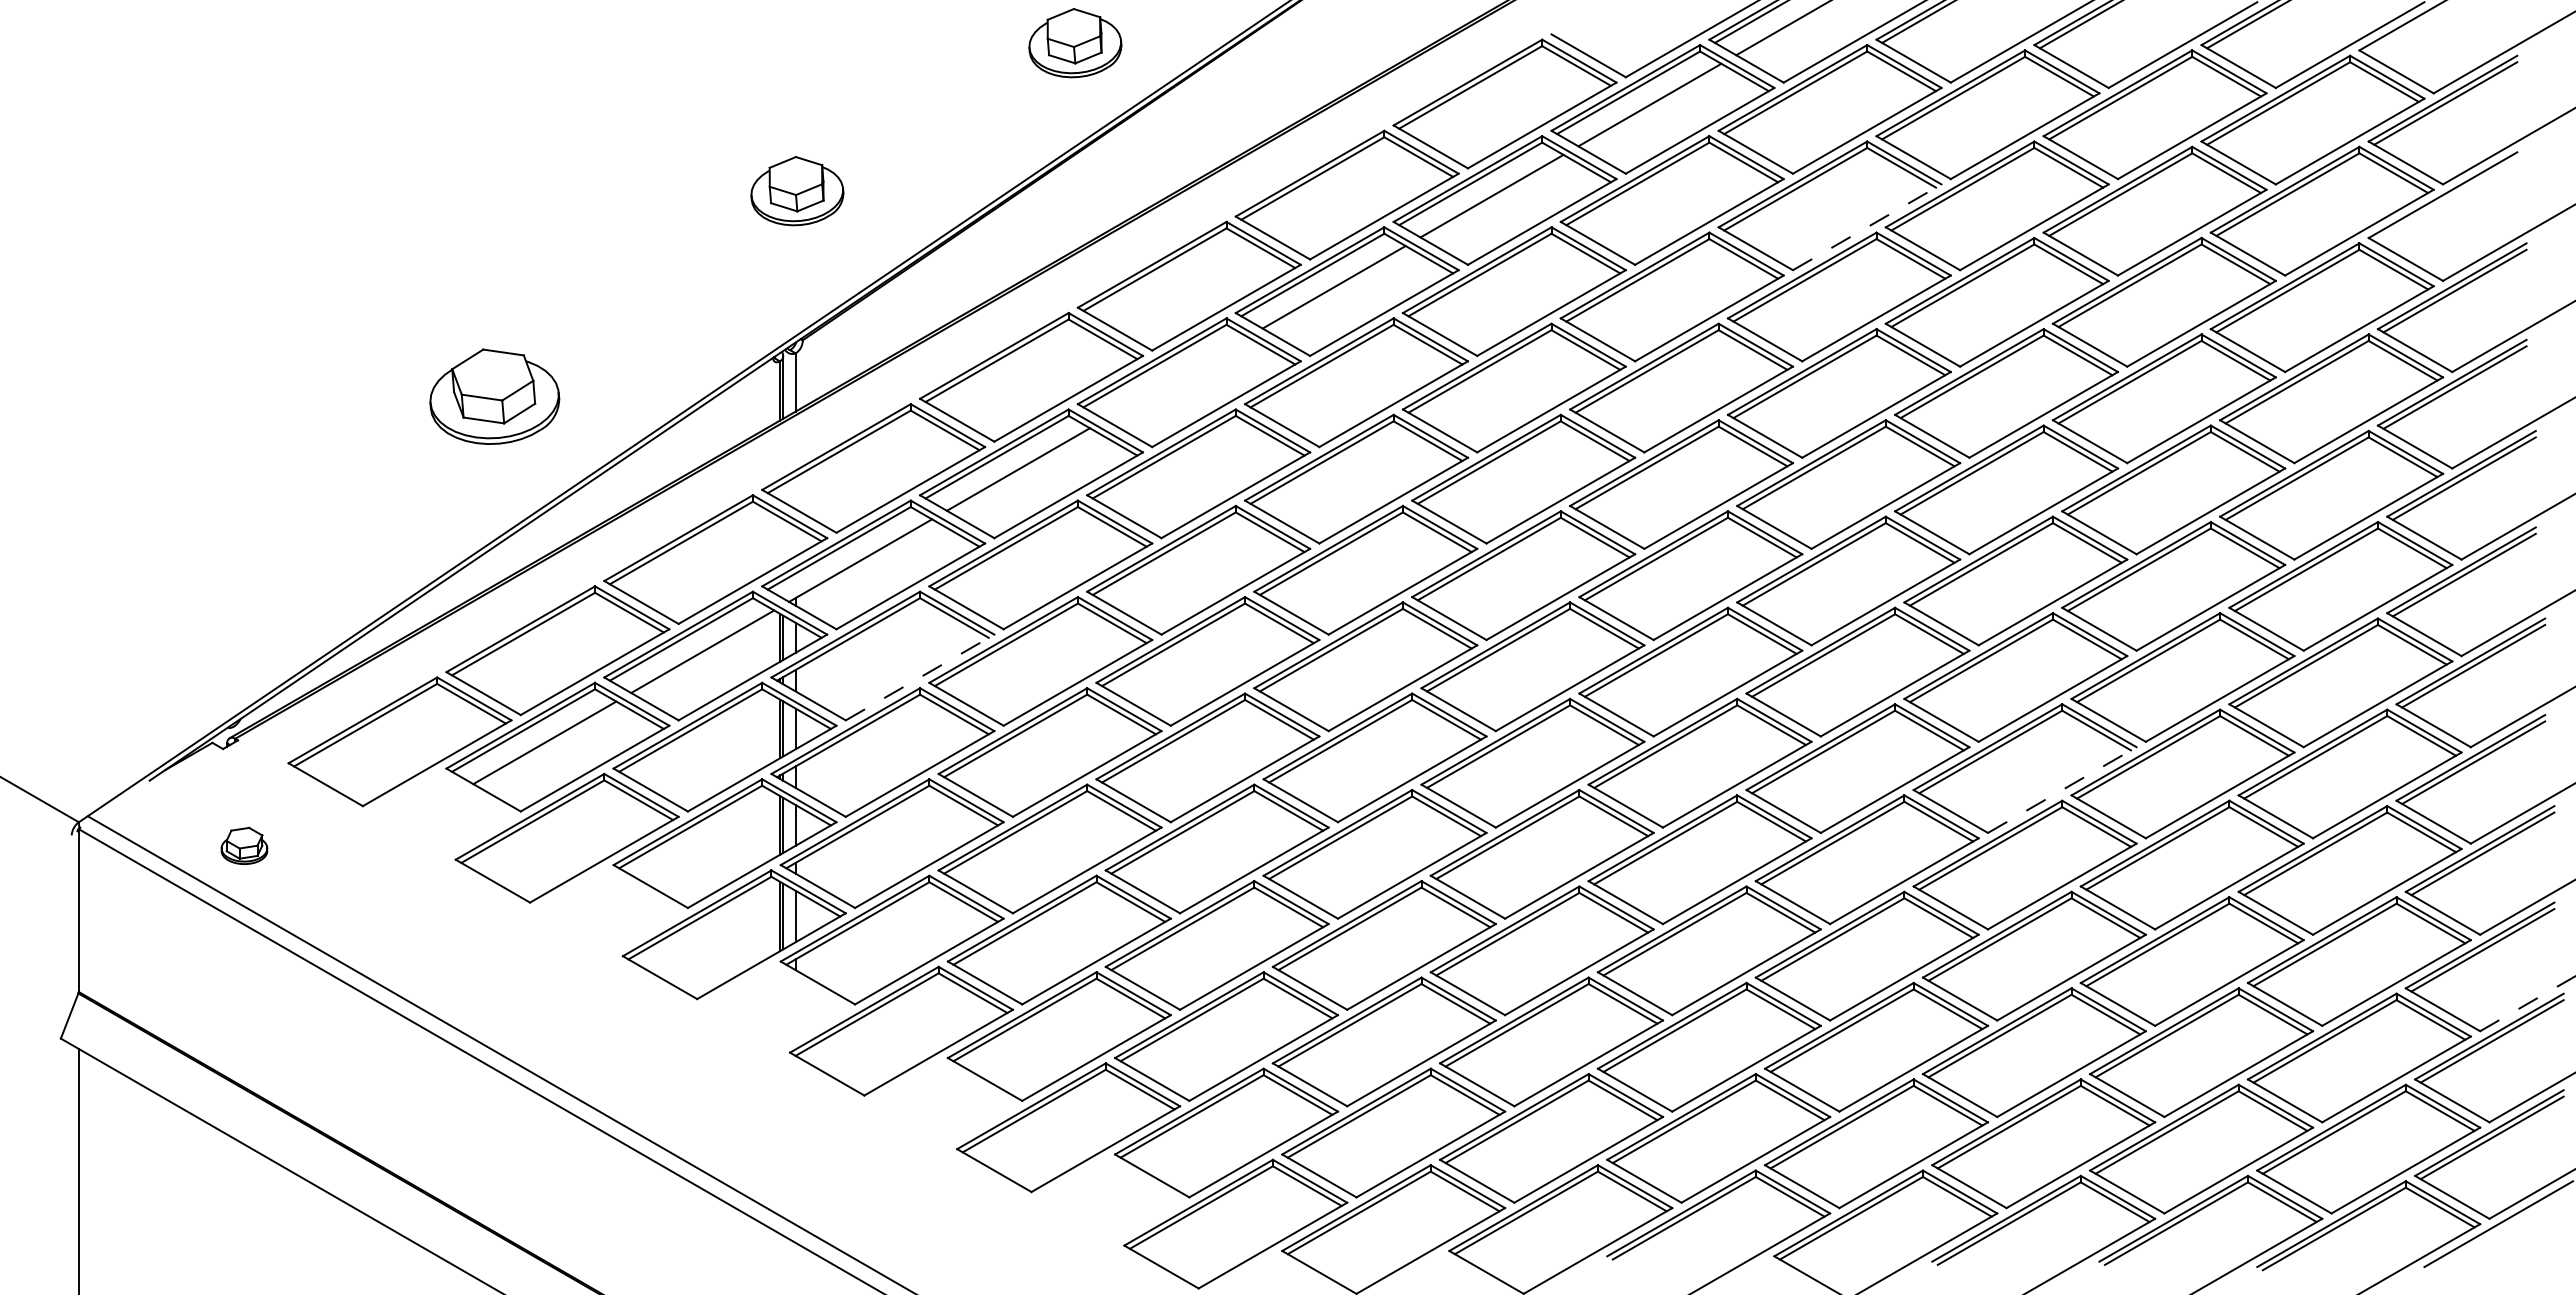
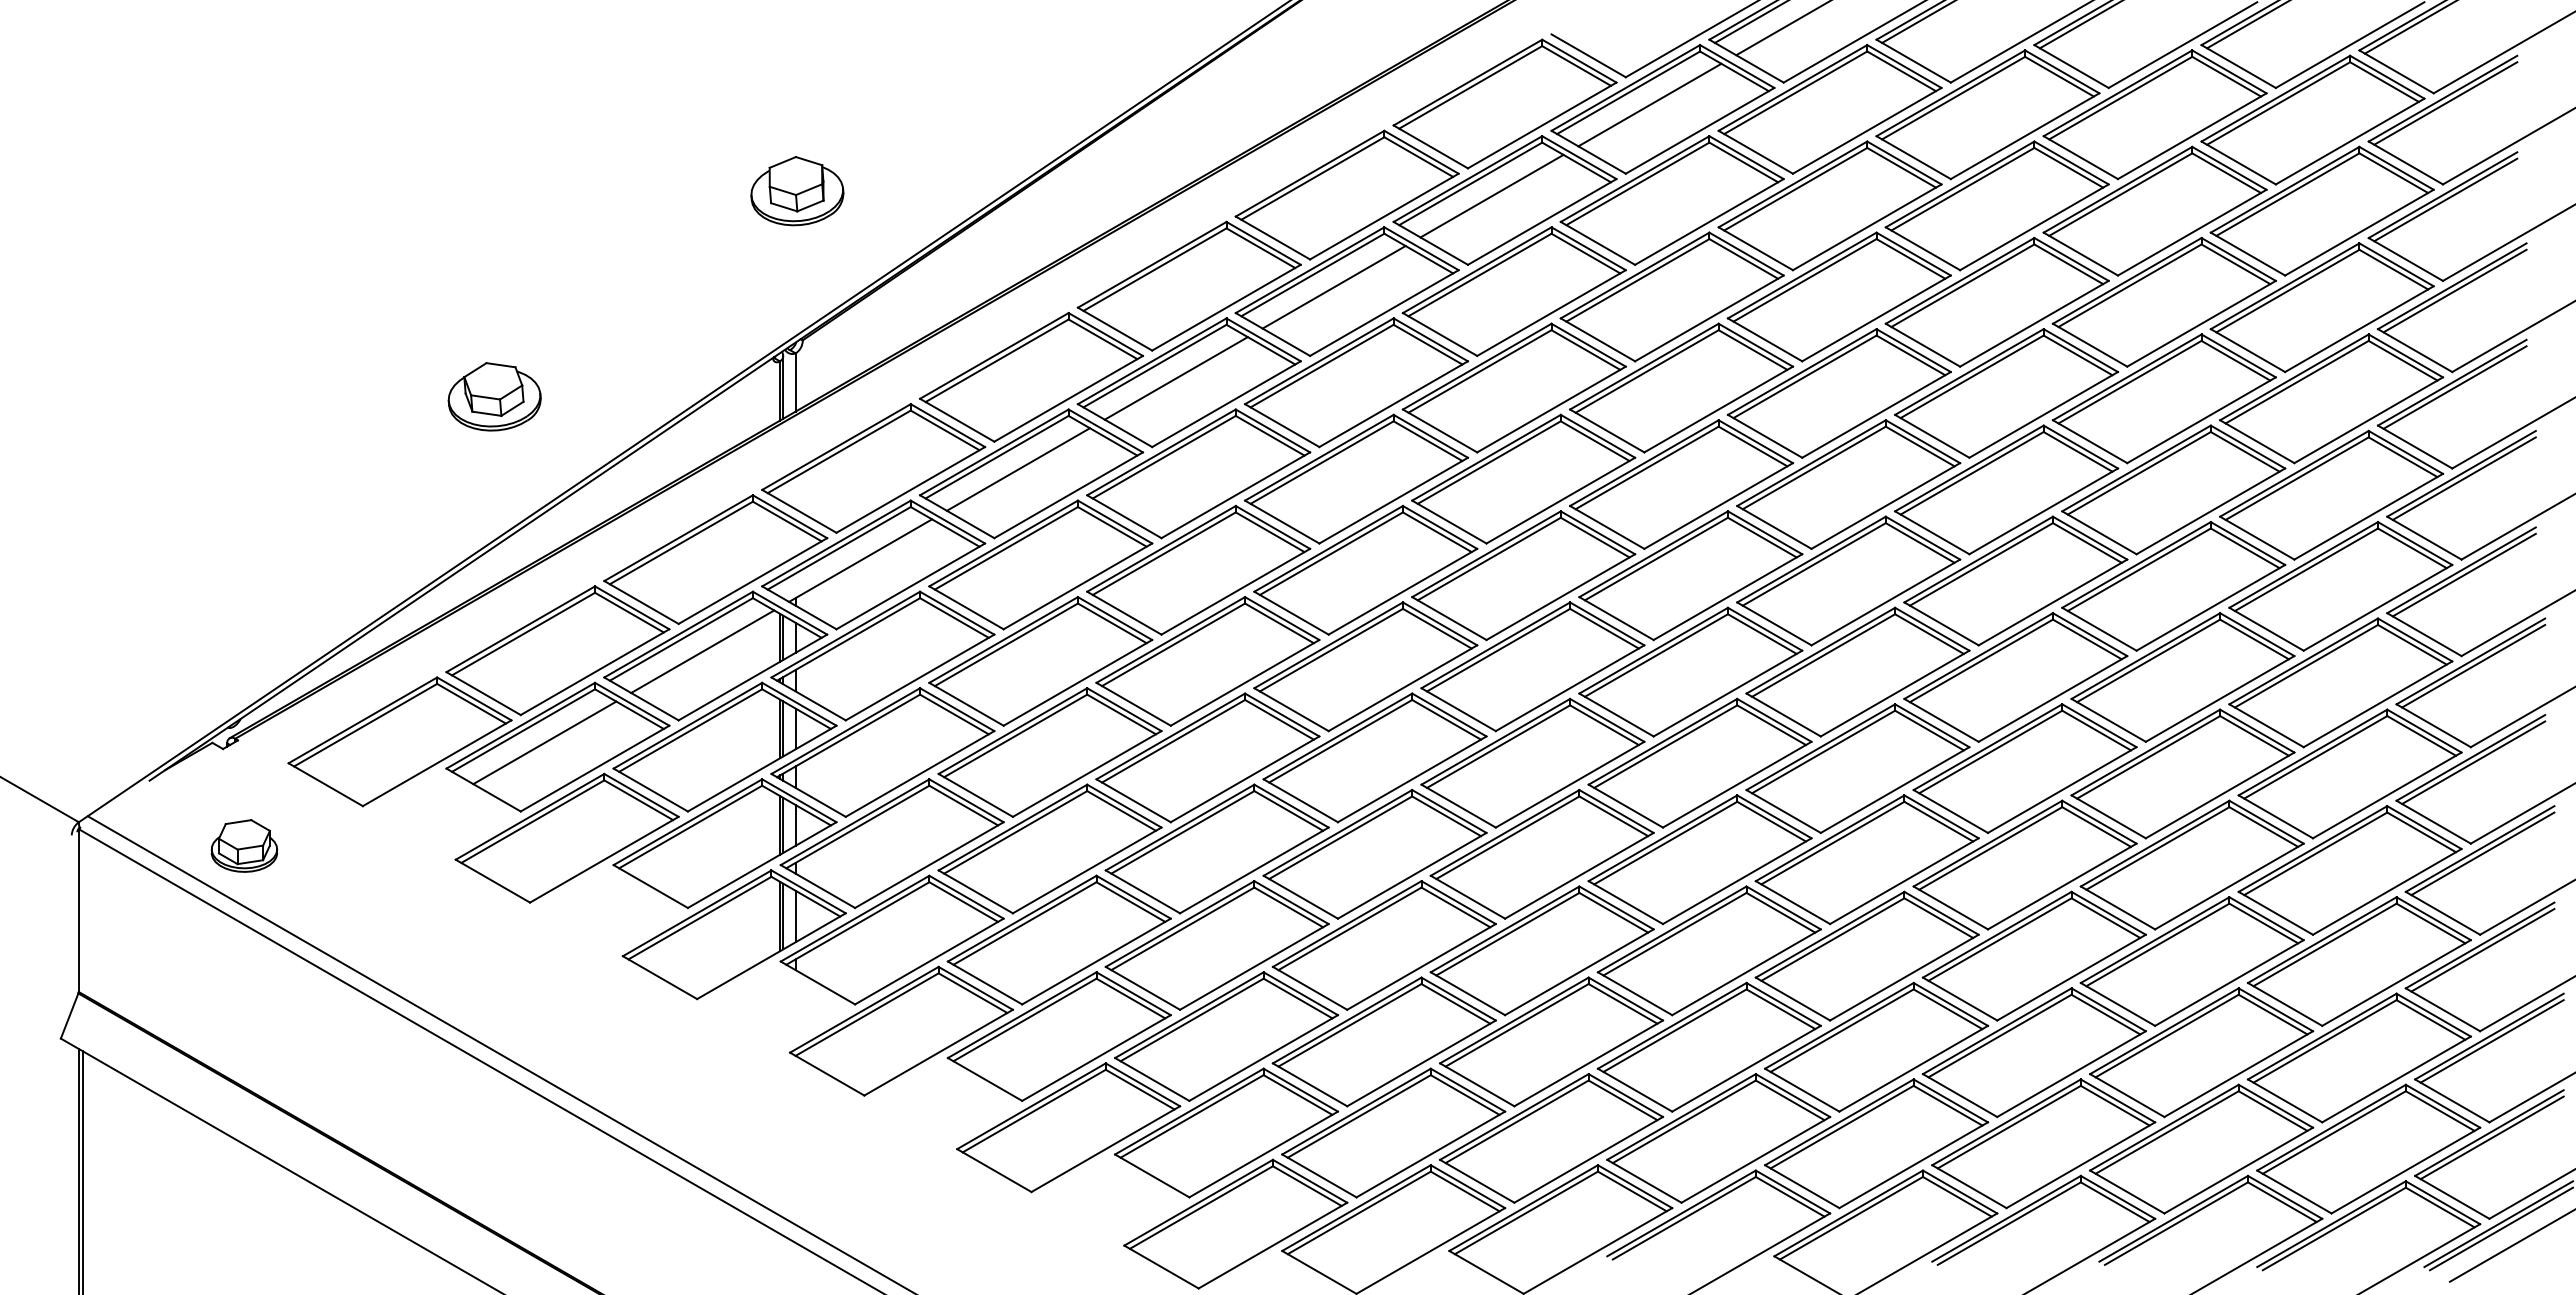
line at (2409, 27): none -> present
part at (1075, 43): present -> none
line at (2445, 199): none -> present
line at (1867, 227): dashed -> solid
line at (1175, 378): none -> present
part at (494, 396) size: 132x97 px -> 95x70 px
line at (920, 677): dashed -> solid
line at (2062, 790): dashed -> solid
part at (244, 845) size: 49x39 px -> 69x54 px
line at (2527, 1003): dashed -> solid
line at (82, 1171): none -> present
line at (2500, 1229): none -> present
line at (2510, 1246): none -> present
